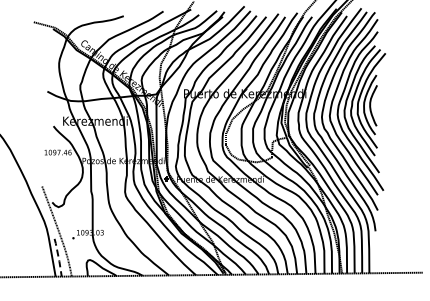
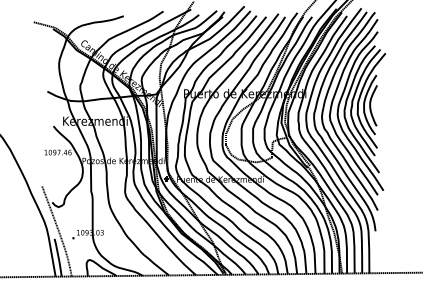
line at (58, 257): dashed -> solid
